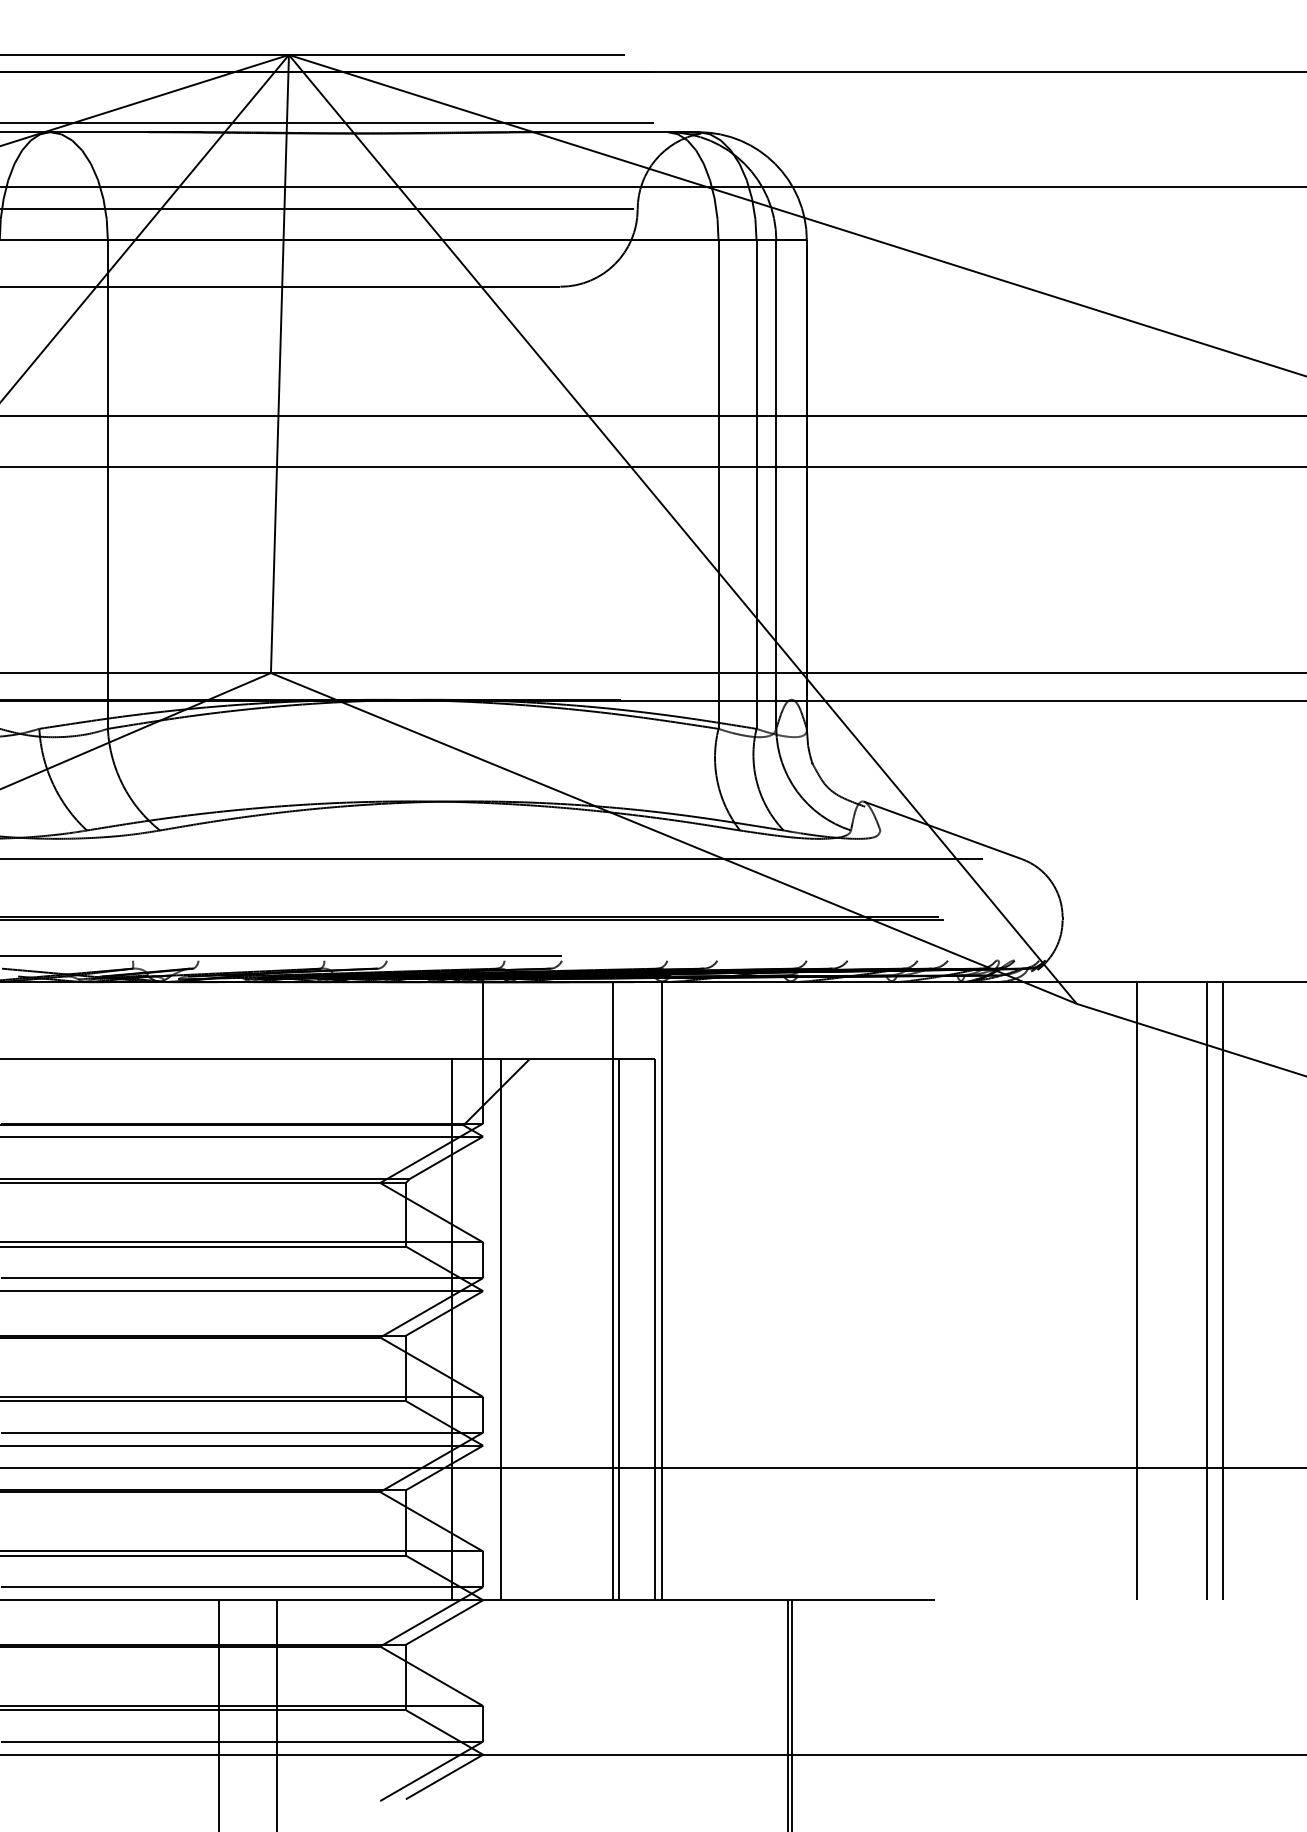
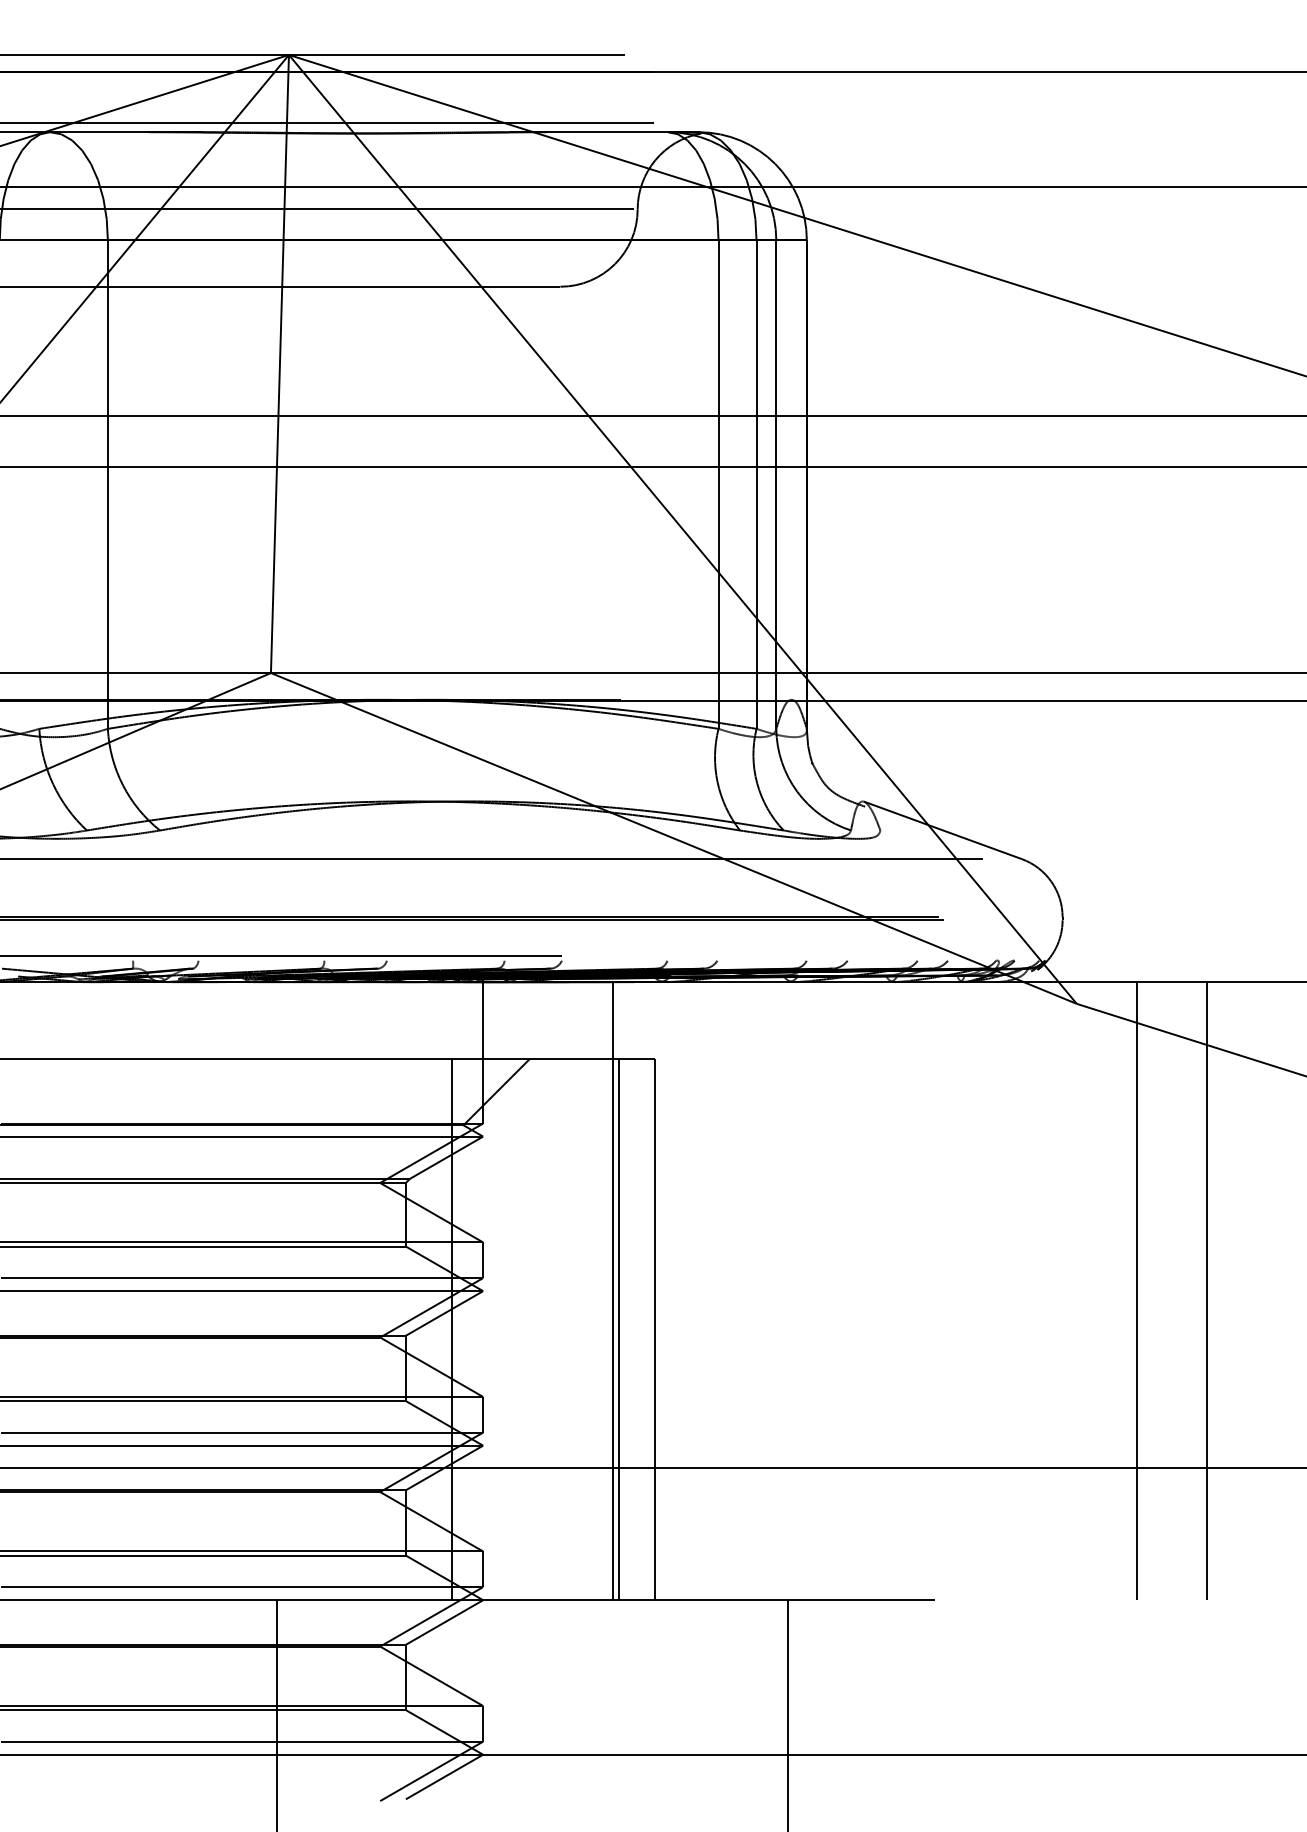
line at (662, 1291): present -> none
line at (1222, 1291): present -> none
line at (500, 1329): present -> none
line at (218, 1714): present -> none
line at (792, 1714): present -> none
